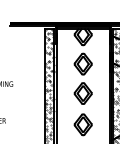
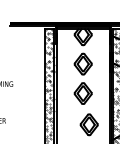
part at (82, 124) position: (82, 124) -> (88, 124)
